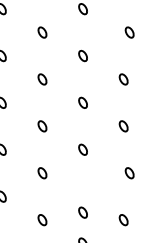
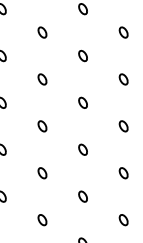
part at (129, 32) position: (129, 32) -> (123, 32)
part at (129, 173) position: (129, 173) -> (123, 173)
part at (82, 212) position: (82, 212) -> (82, 196)
